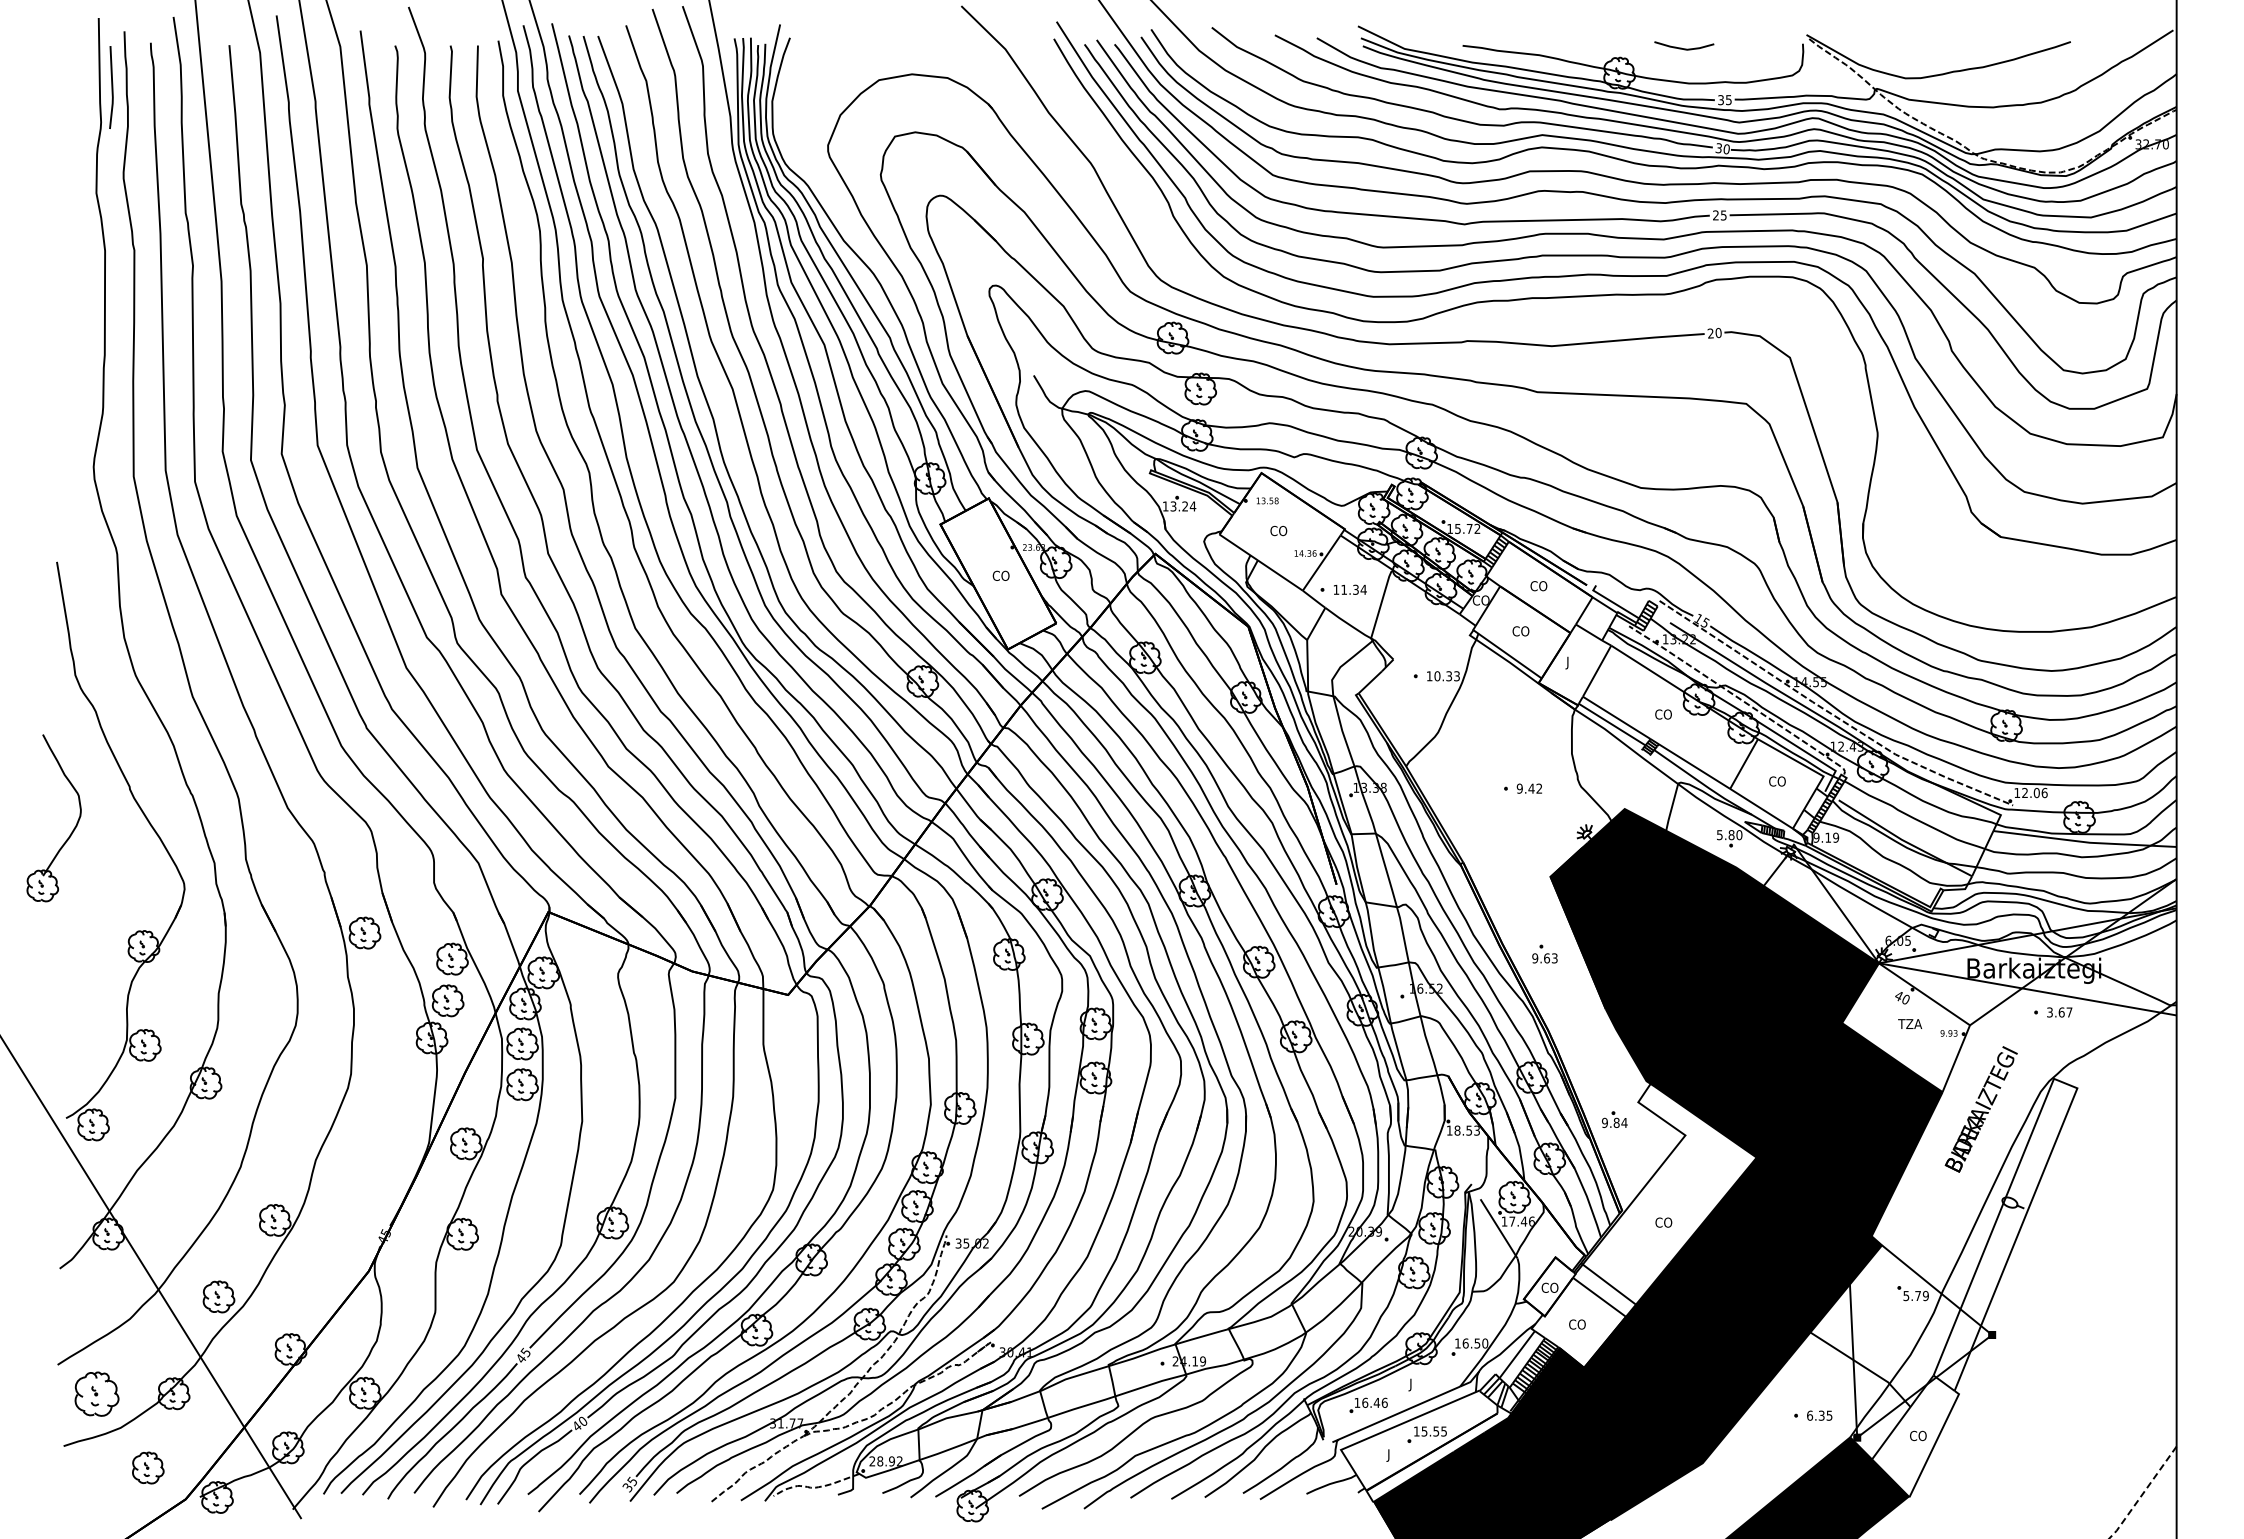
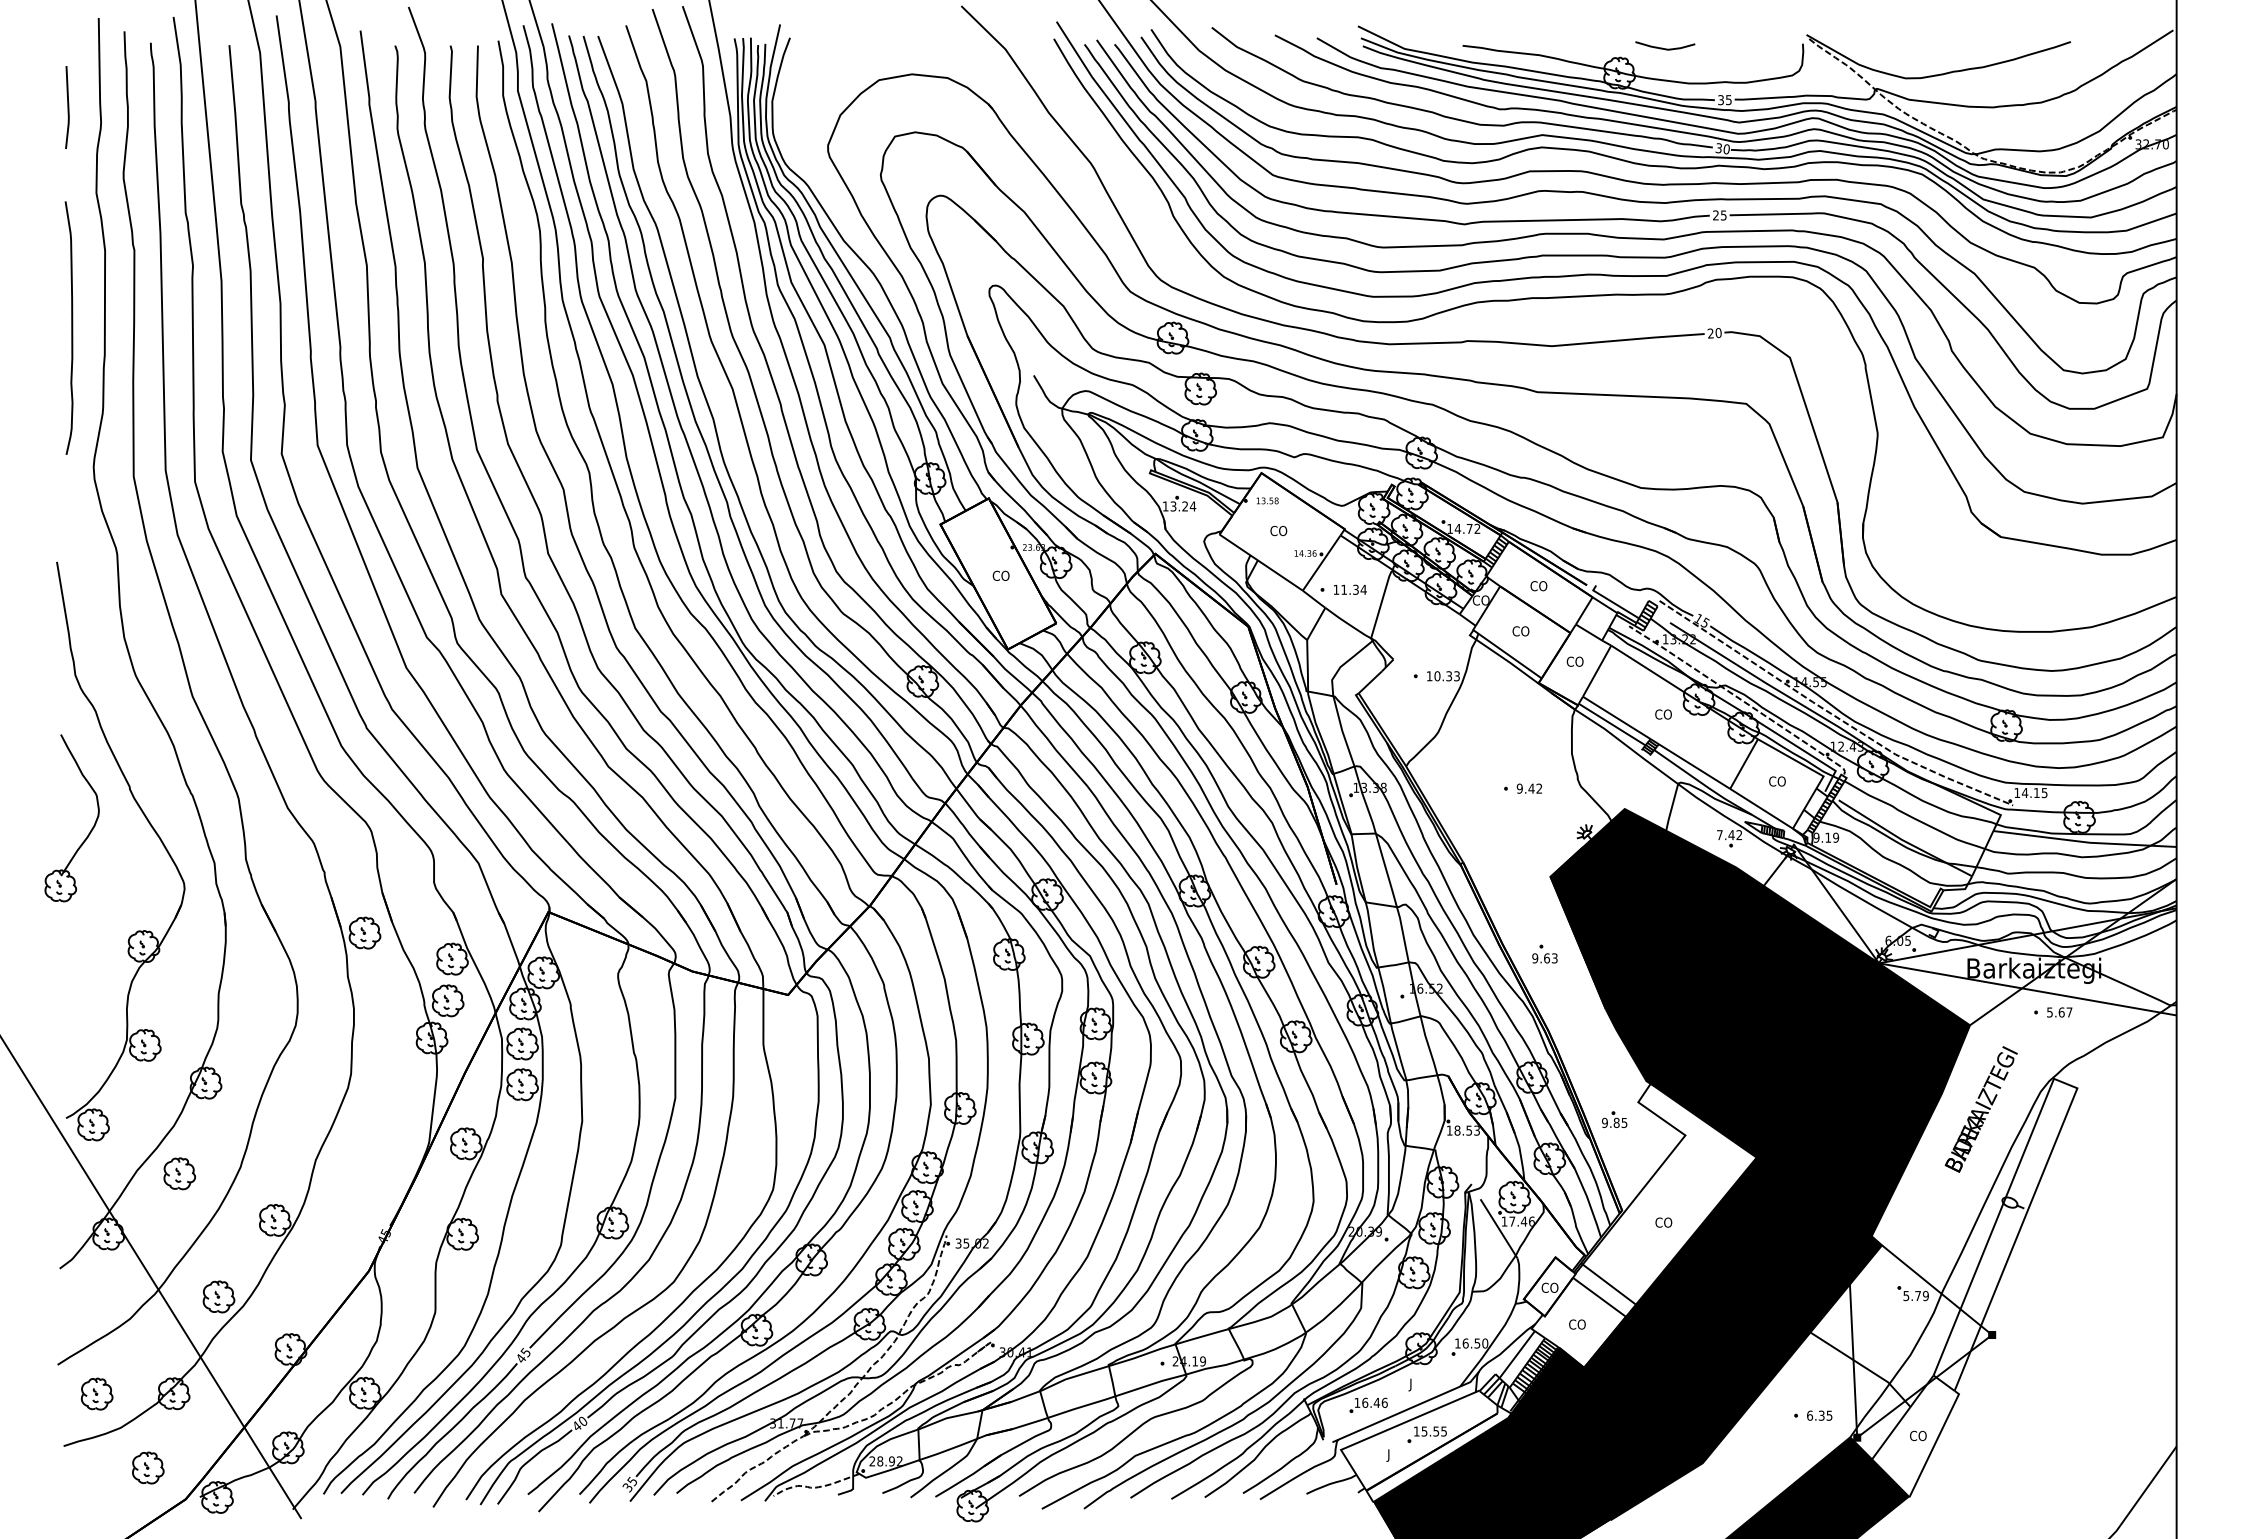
line at (1684, 48) position: (1684, 48) -> (1665, 48)
line at (111, 87) position: (111, 87) -> (67, 107)
curve at (71, 327): none -> present
text at (1457, 528): 15.72 -> 14.72
text at (1574, 662): J -> CO
text at (2034, 792): 12.06 -> 14.15
part at (73, 828) position: (73, 828) -> (91, 828)
text at (1729, 835): 5.80 -> 7.42
text at (2049, 1011): 3.67 -> 5.67
fill at (1906, 1027): none -> present
text at (1624, 1123): 9.84 -> 9.85
part at (179, 1173): none -> present
part at (96, 1393) size: 46x46 px -> 33x34 px
line at (2143, 1493): dashed -> solid
